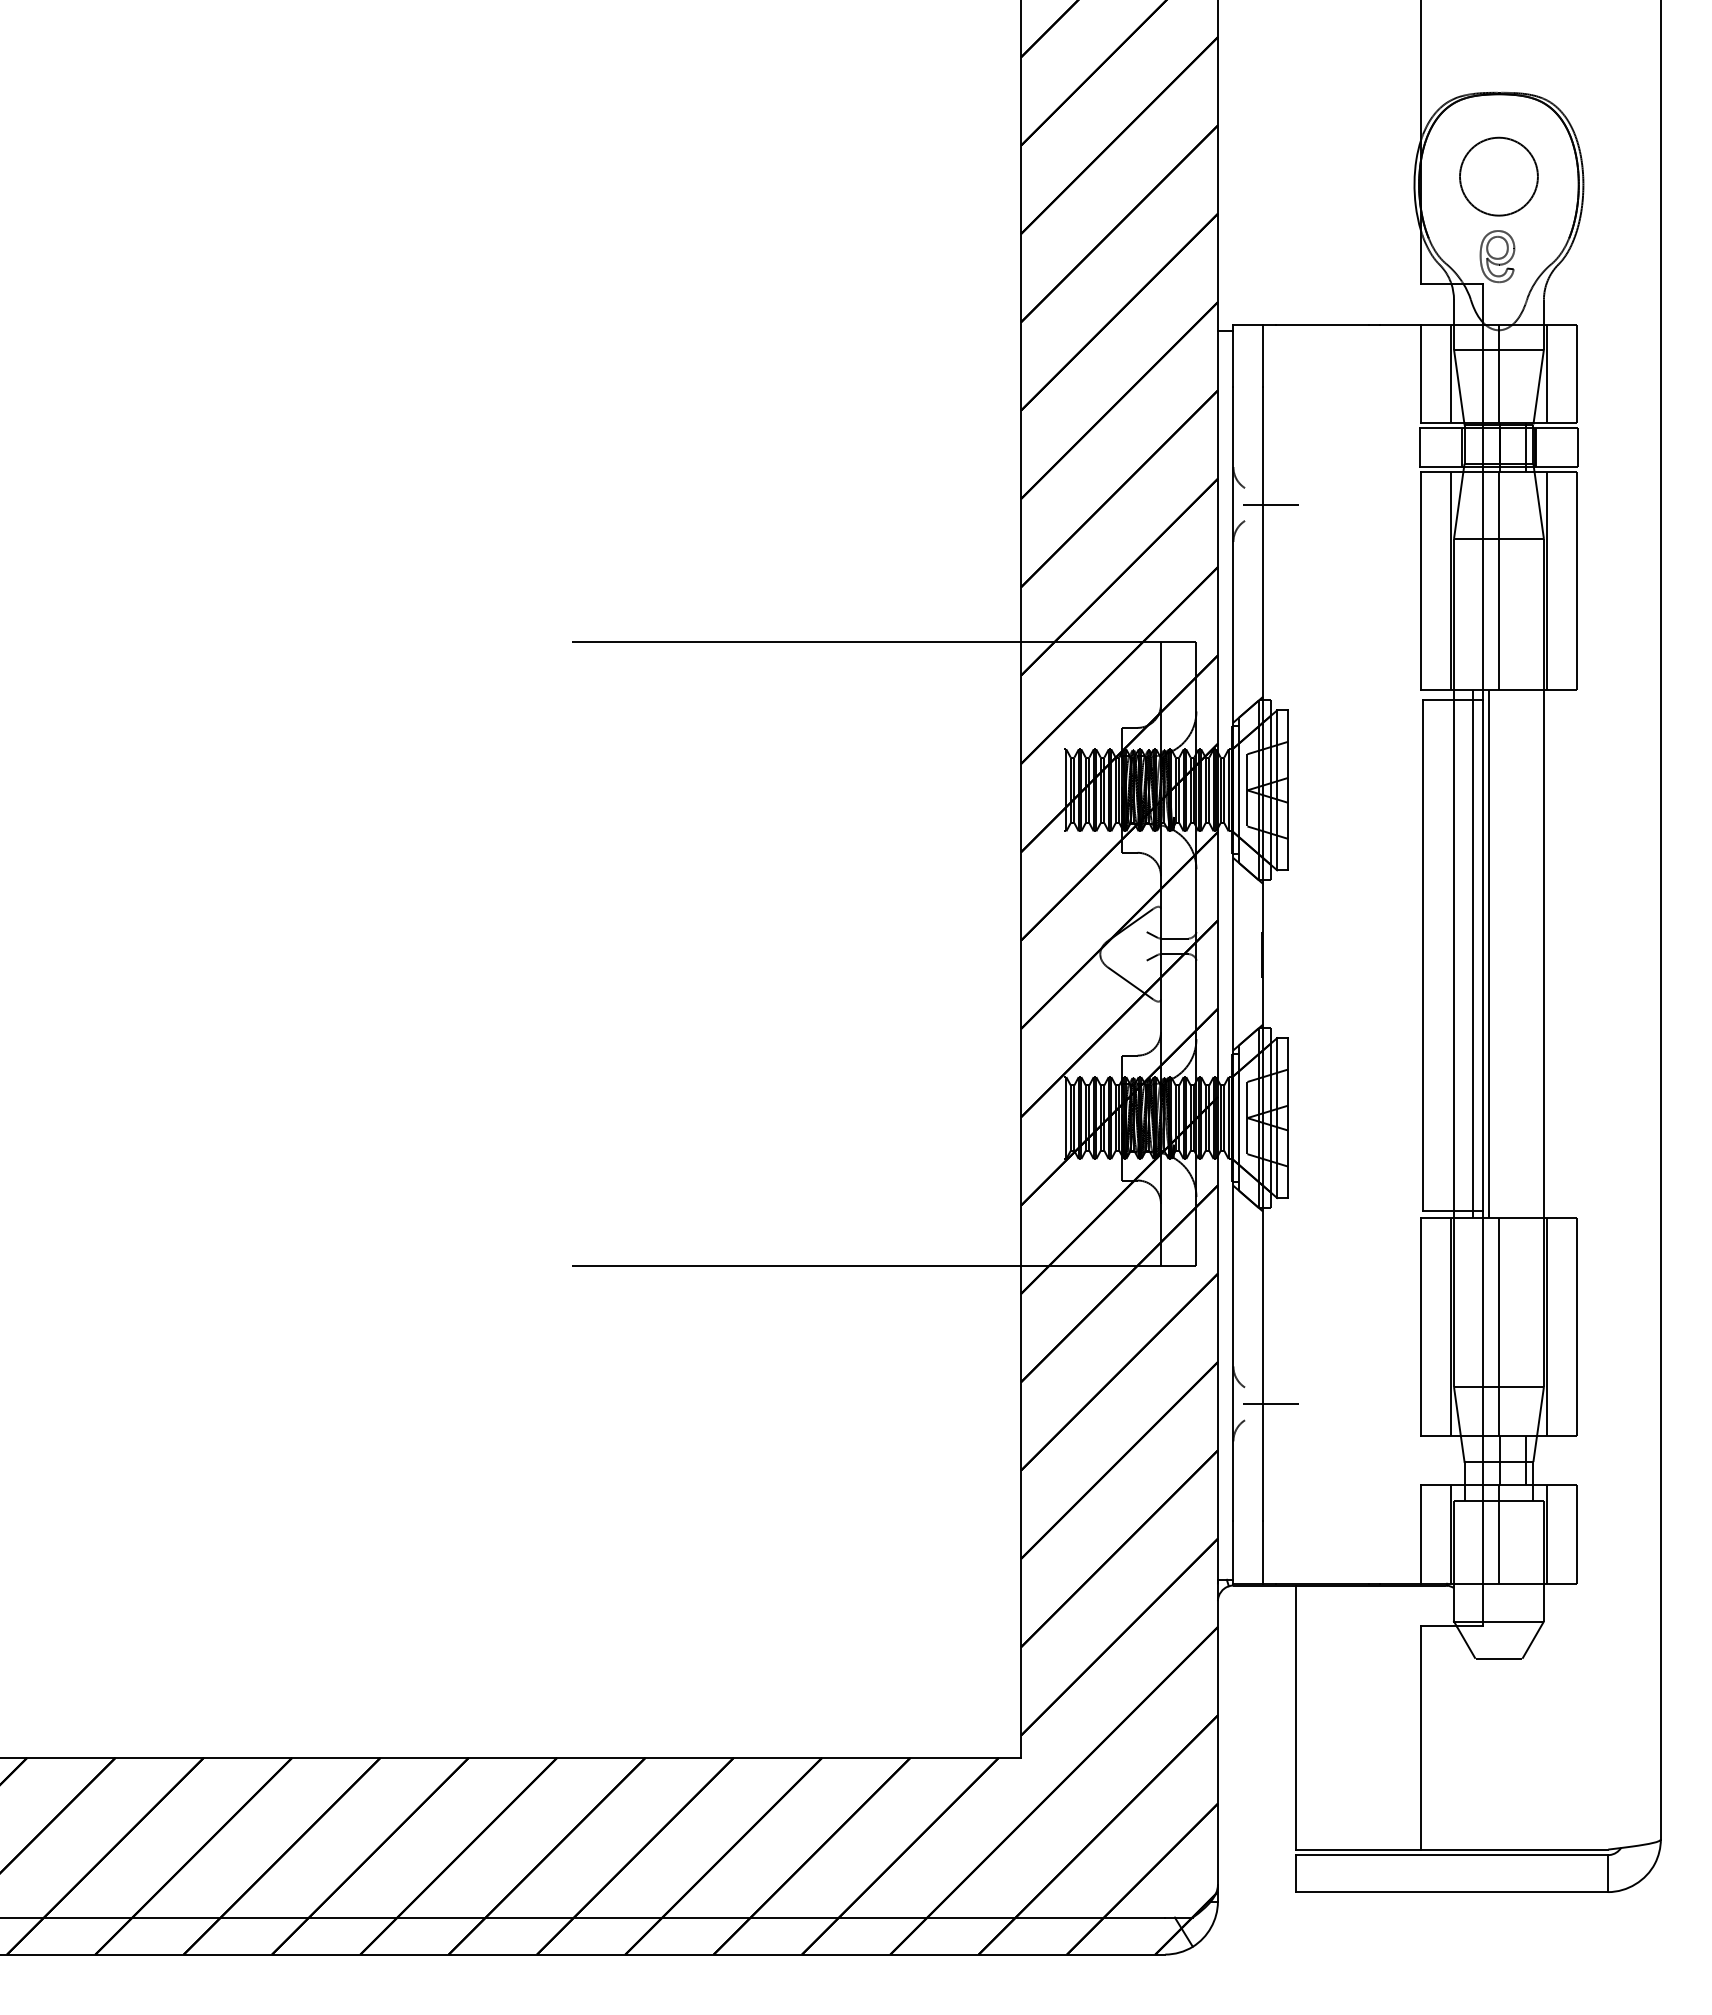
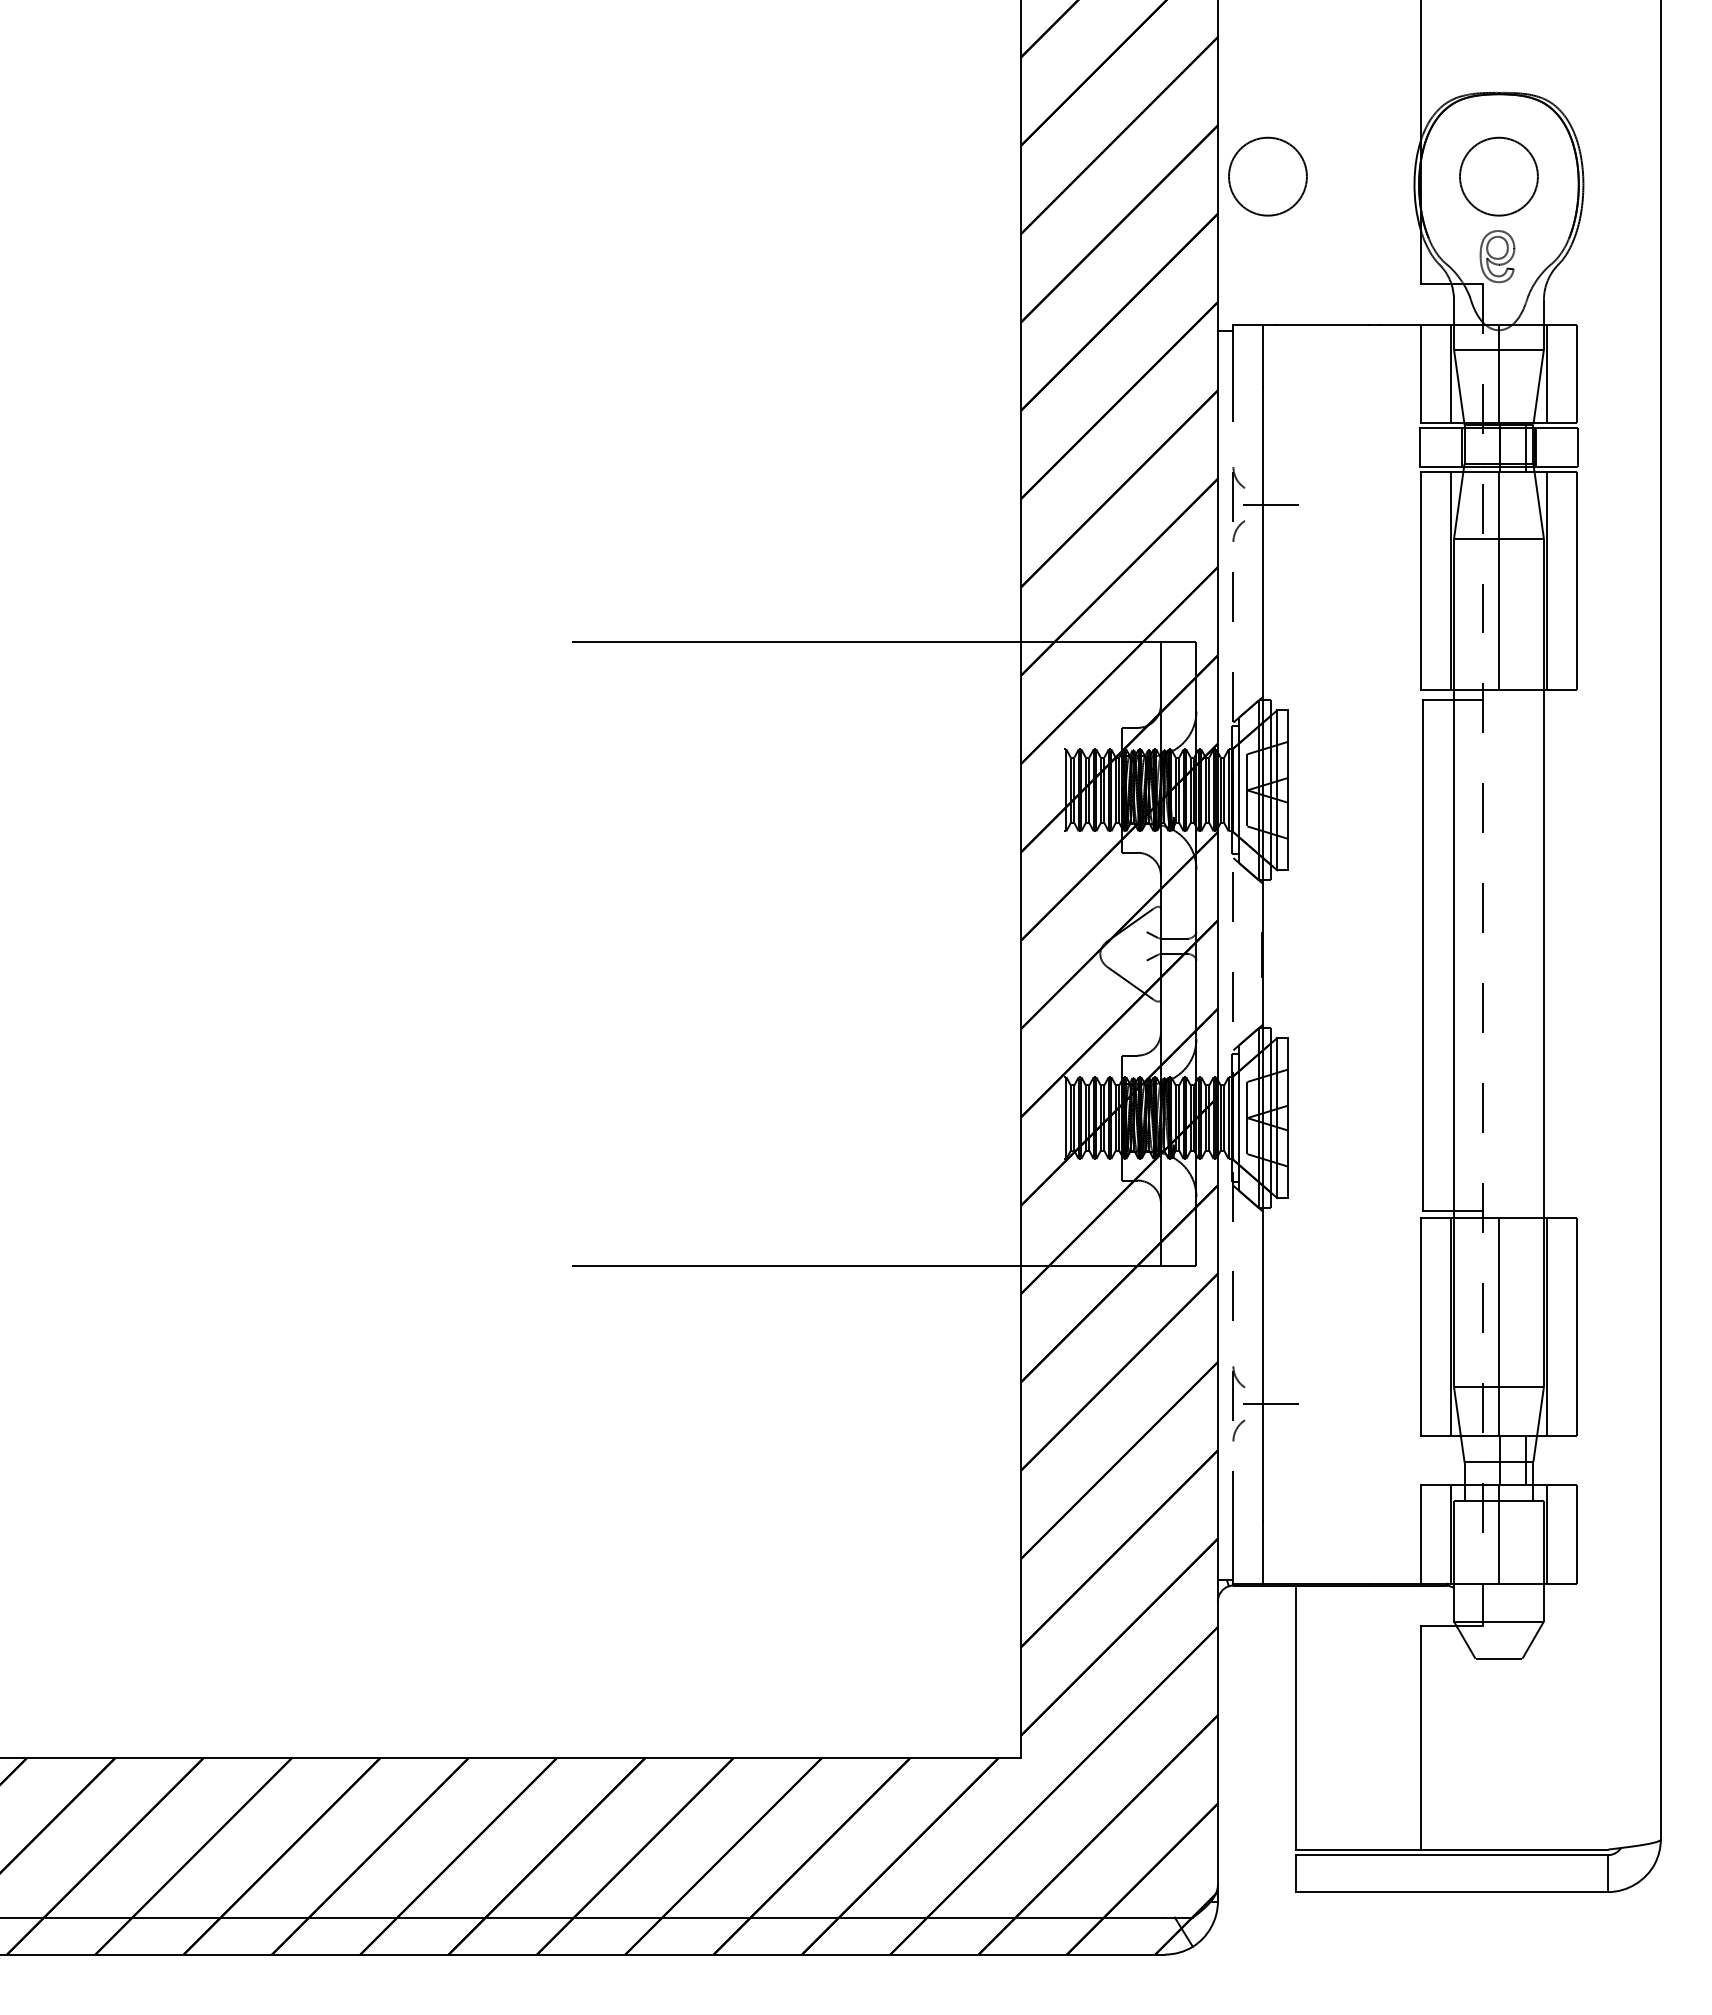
circle at (1267, 176): none -> present
line at (1233, 953): solid -> dashed
line at (1472, 954): present -> none
line at (1489, 954): present -> none
line at (1483, 955): solid -> dashed
